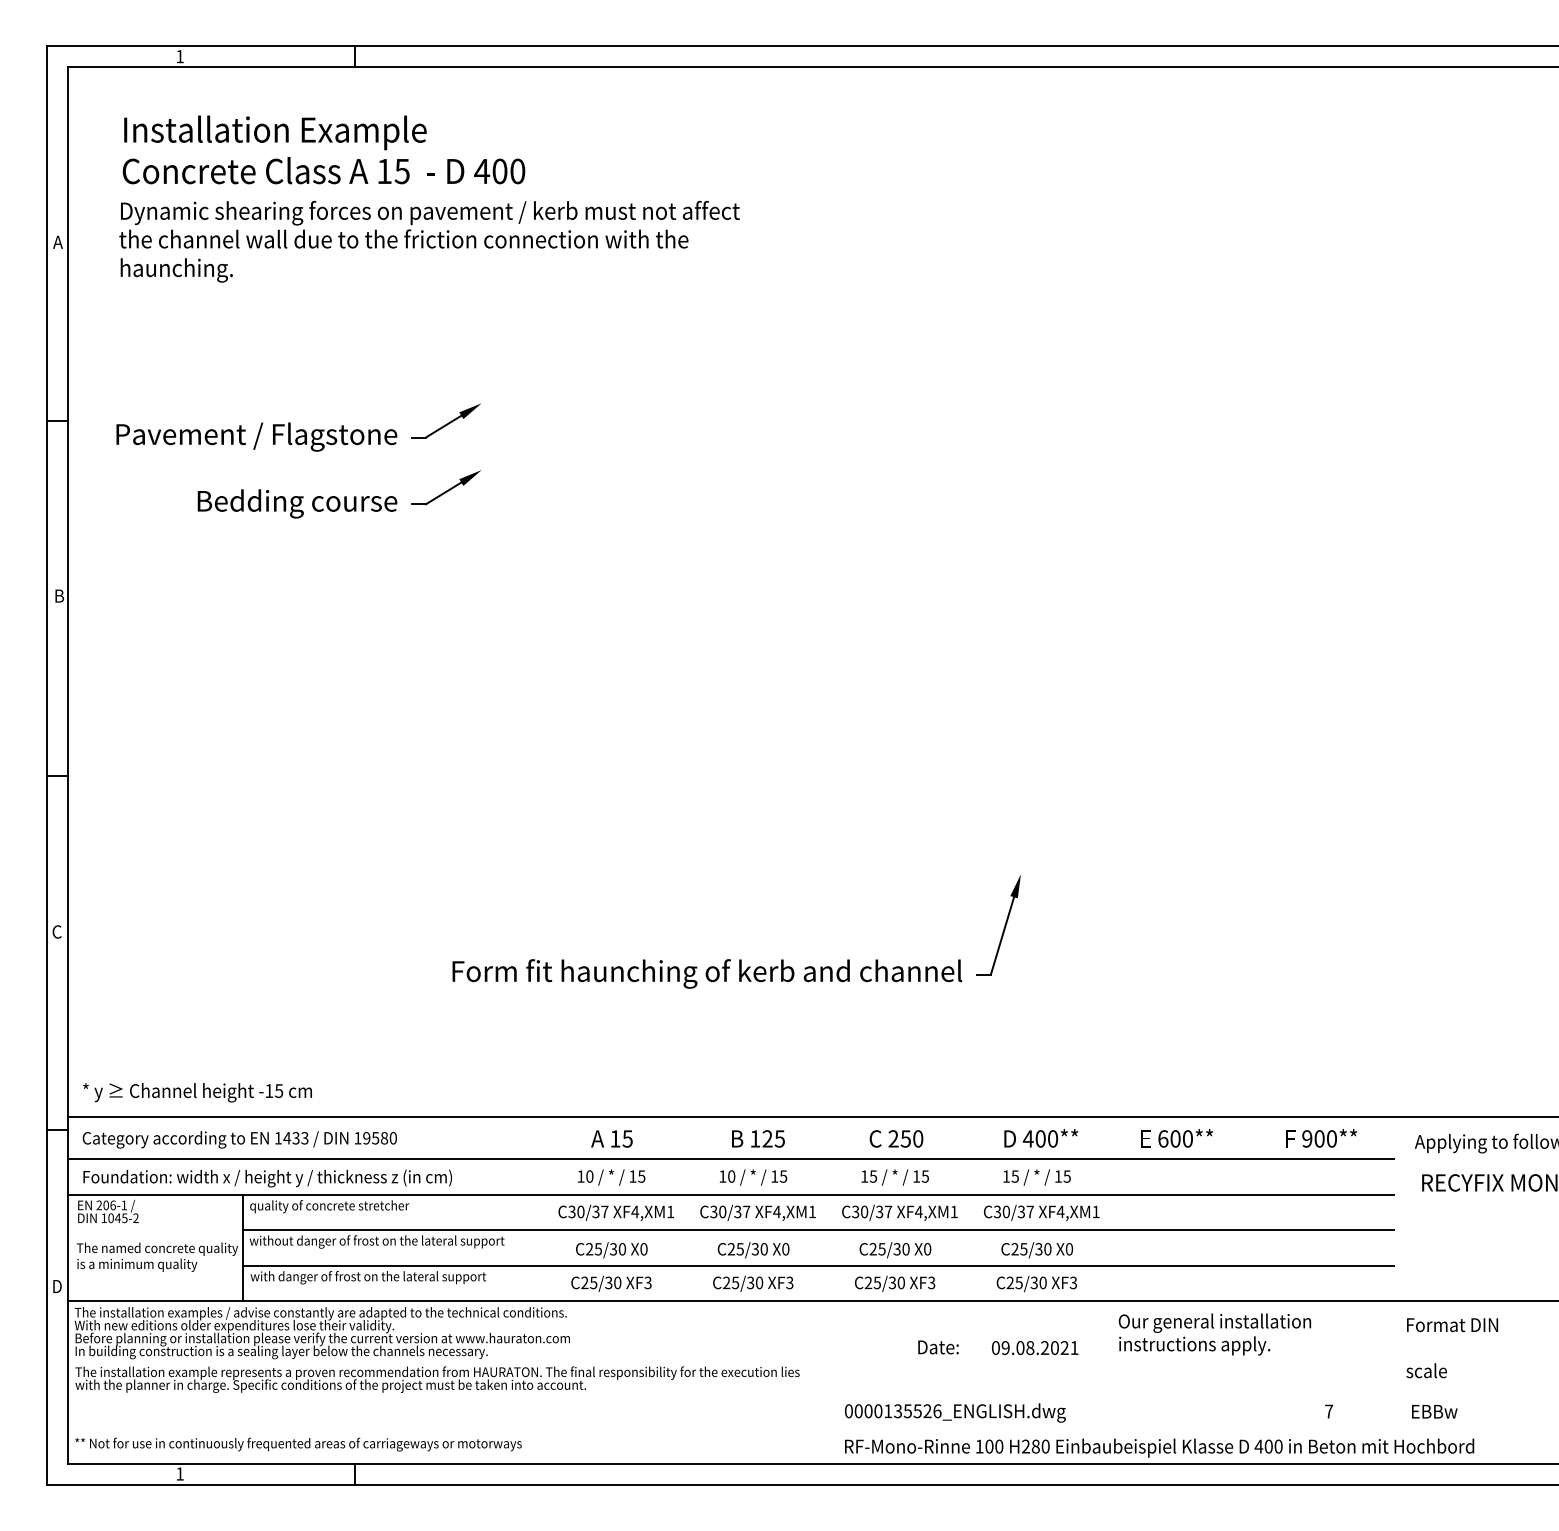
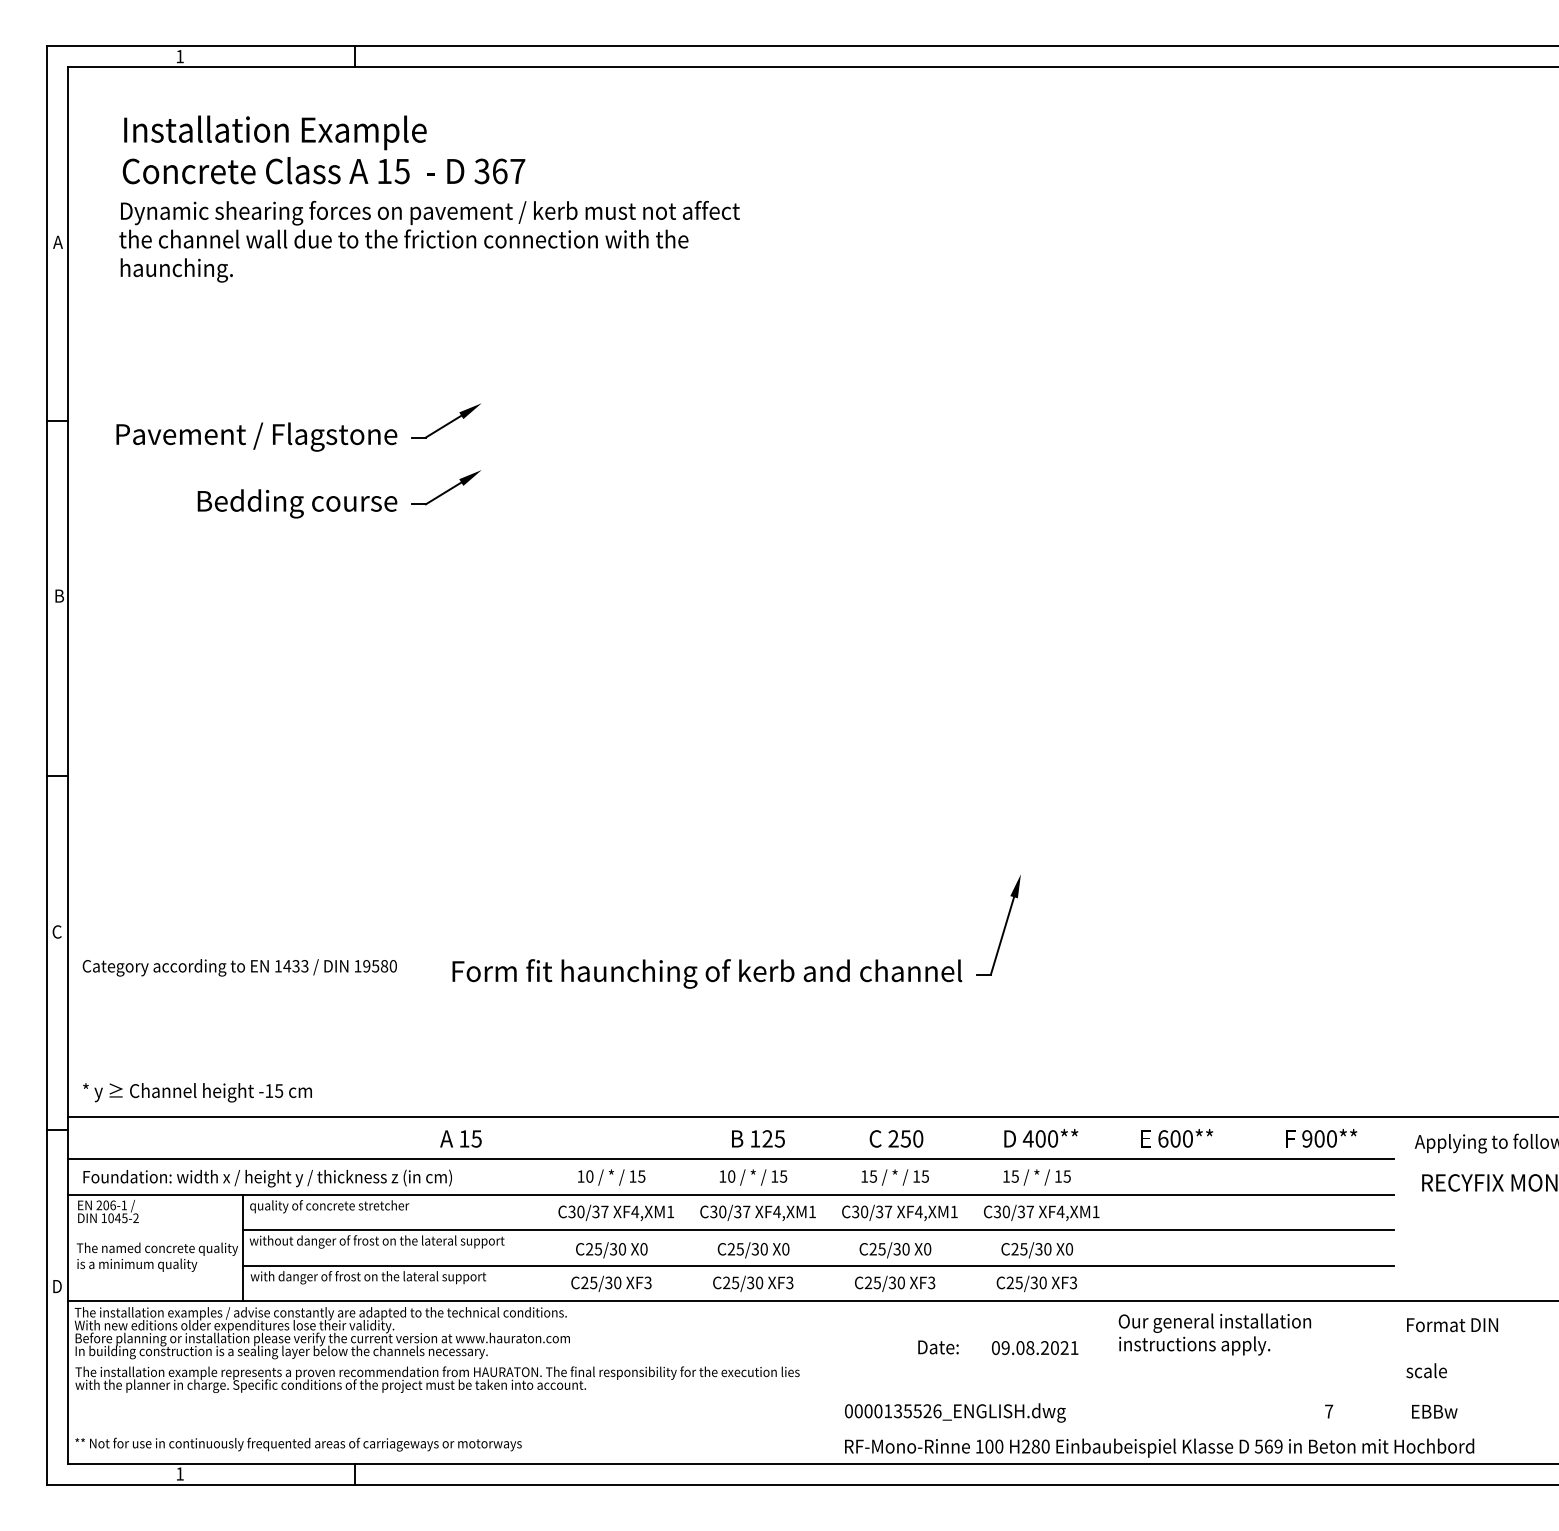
text at (499, 171): 400 -> 367
text at (611, 1138) position: (611, 1138) -> (460, 1138)
text at (239, 1139) position: (239, 1139) -> (239, 967)
text at (1268, 1446): 400 -> 569
